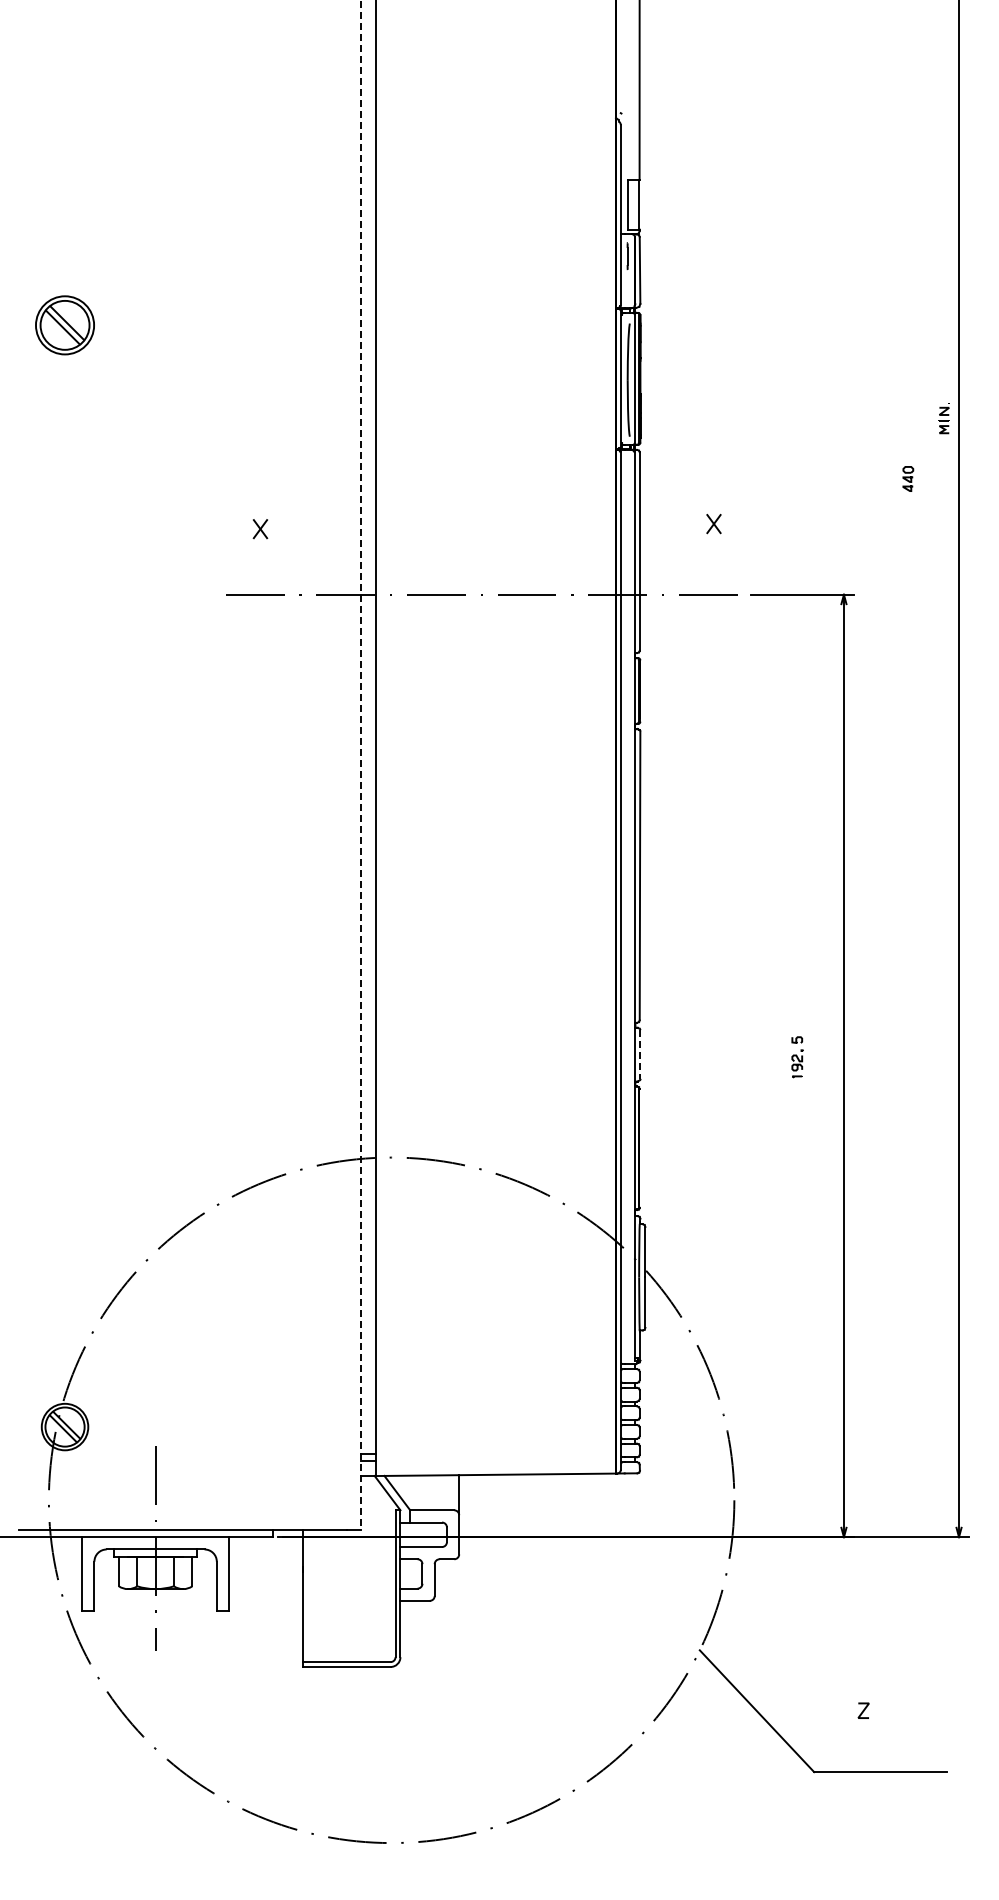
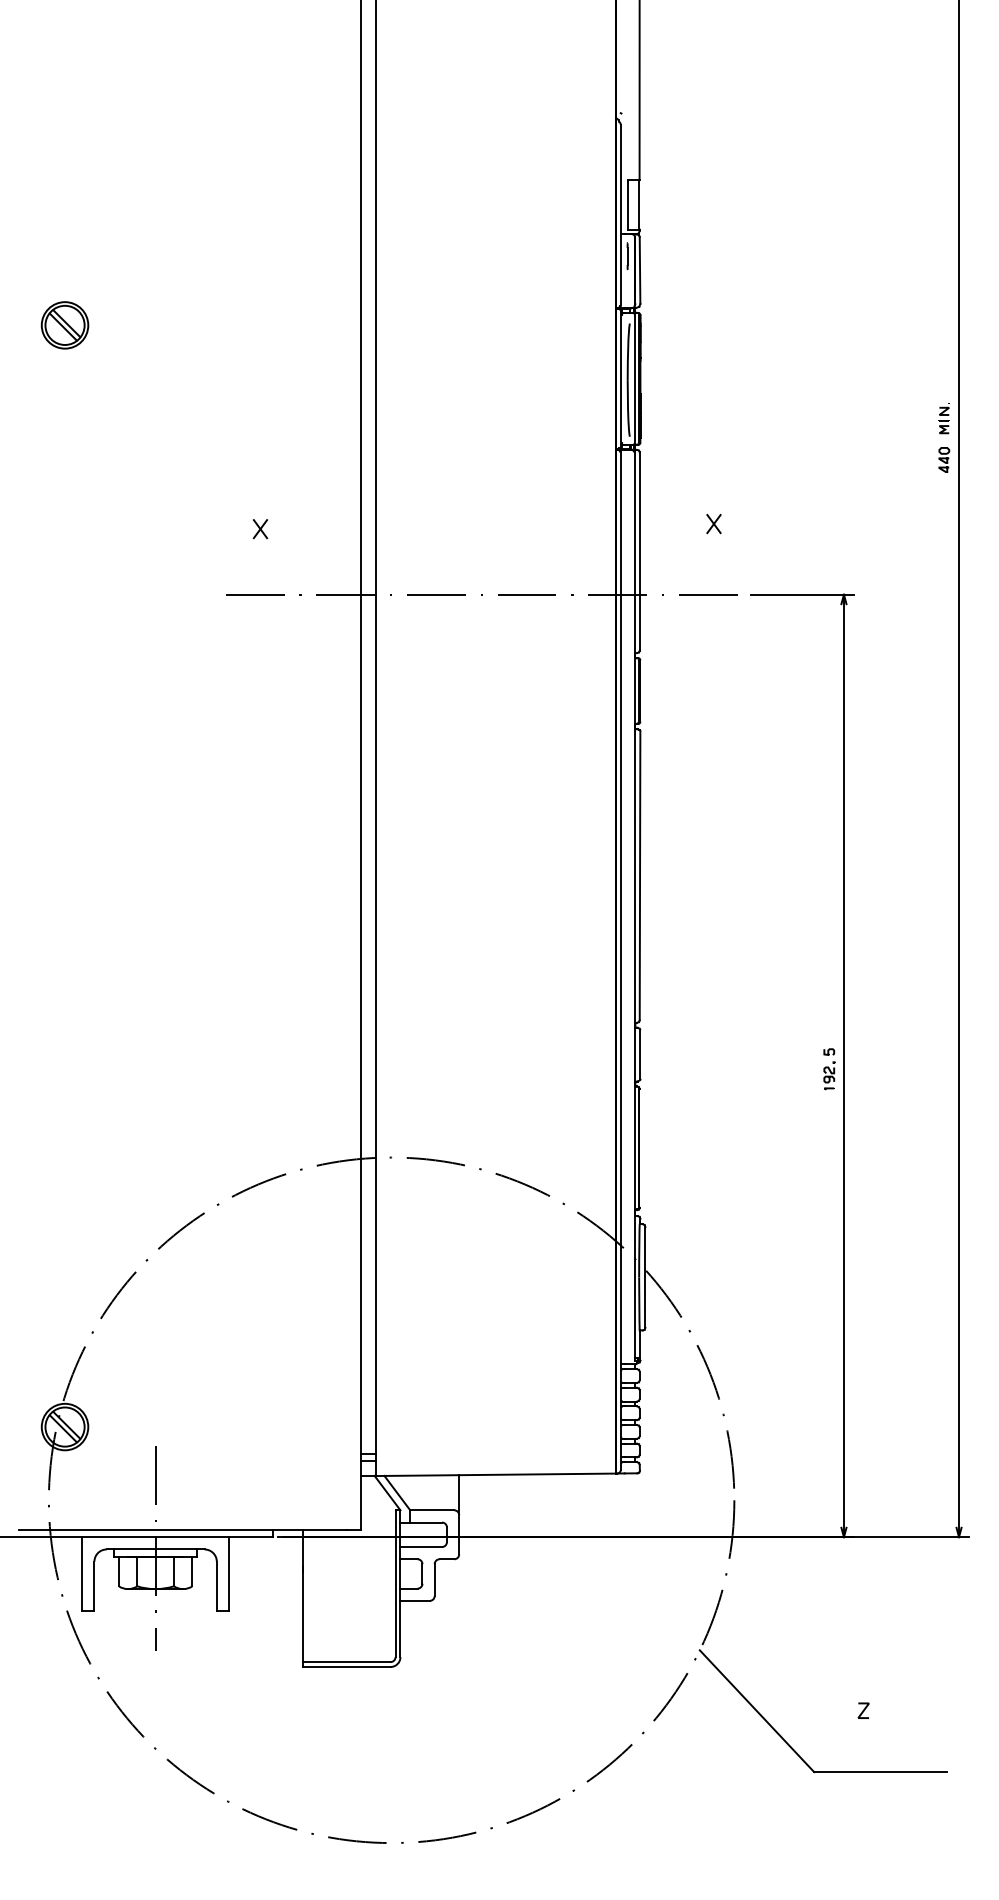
part at (64, 325) size: 60x61 px -> 50x49 px
part at (908, 478) position: (908, 478) -> (944, 459)
line at (361, 765): dashed -> solid
line at (640, 1055): dashed -> solid
part at (797, 1057) position: (797, 1057) -> (829, 1069)
